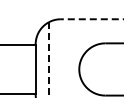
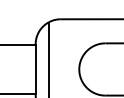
line at (91, 19): dashed -> solid
line at (48, 60): dashed -> solid
